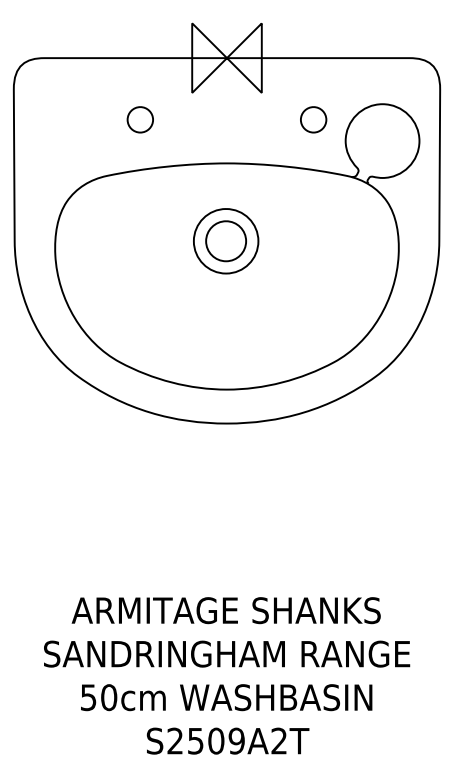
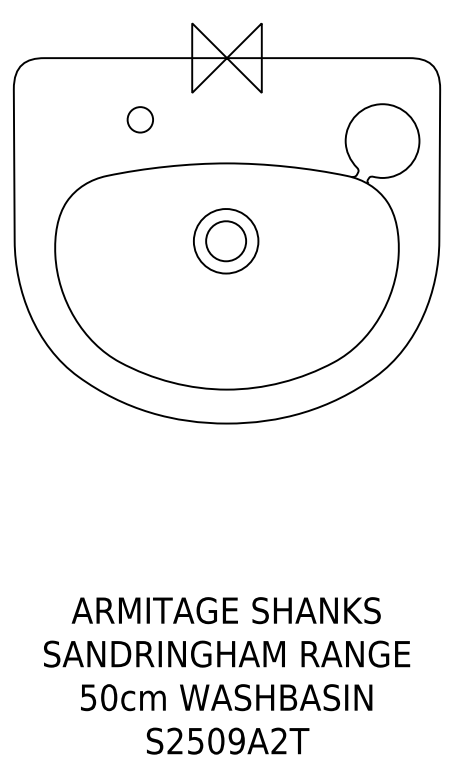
part at (313, 119): present -> none
